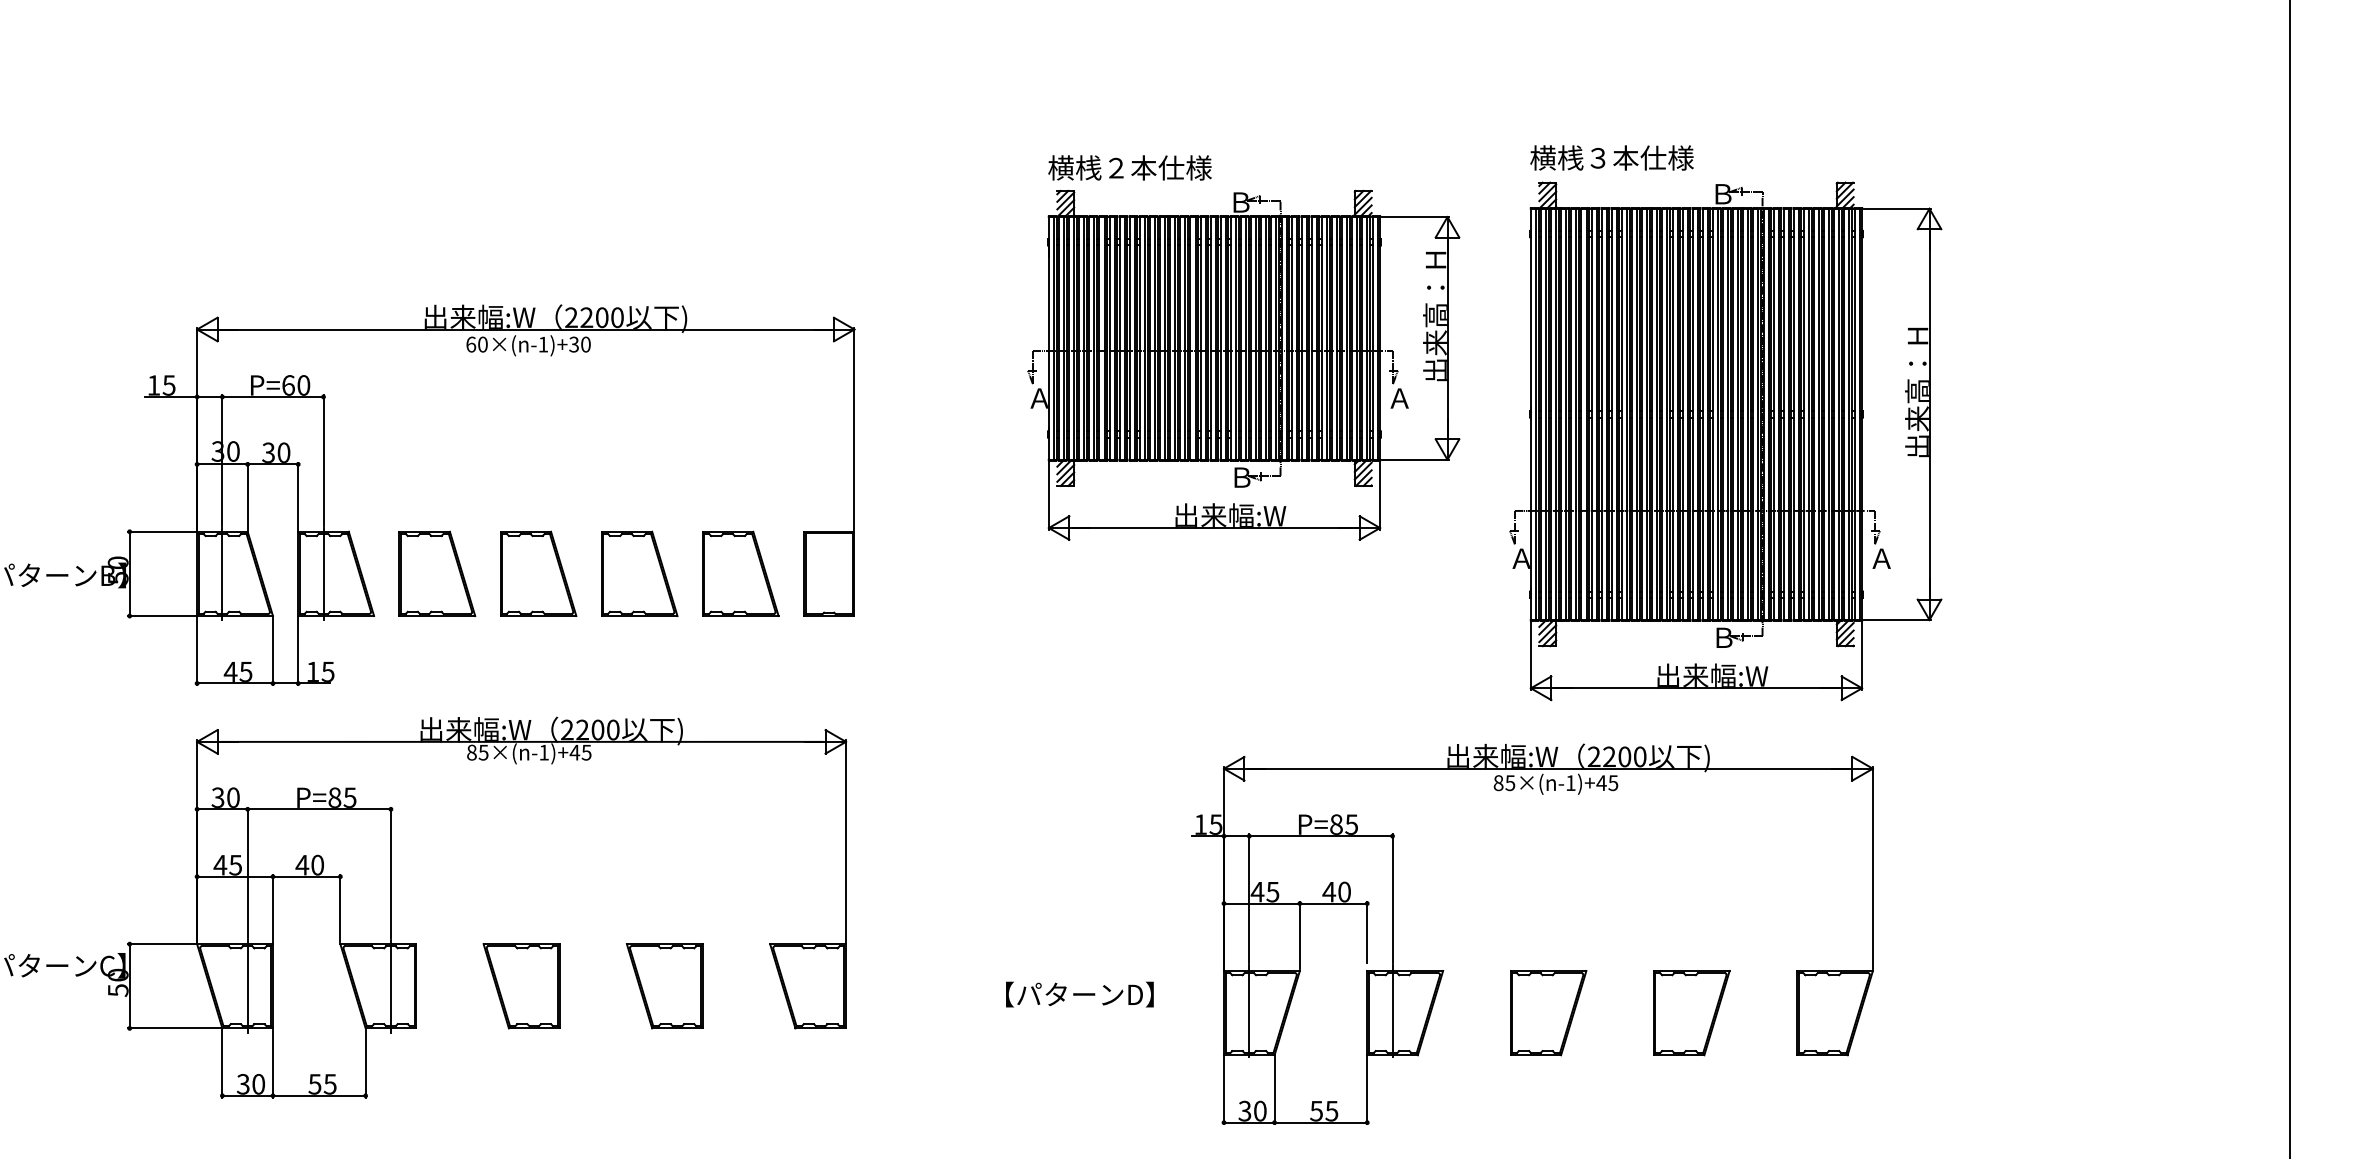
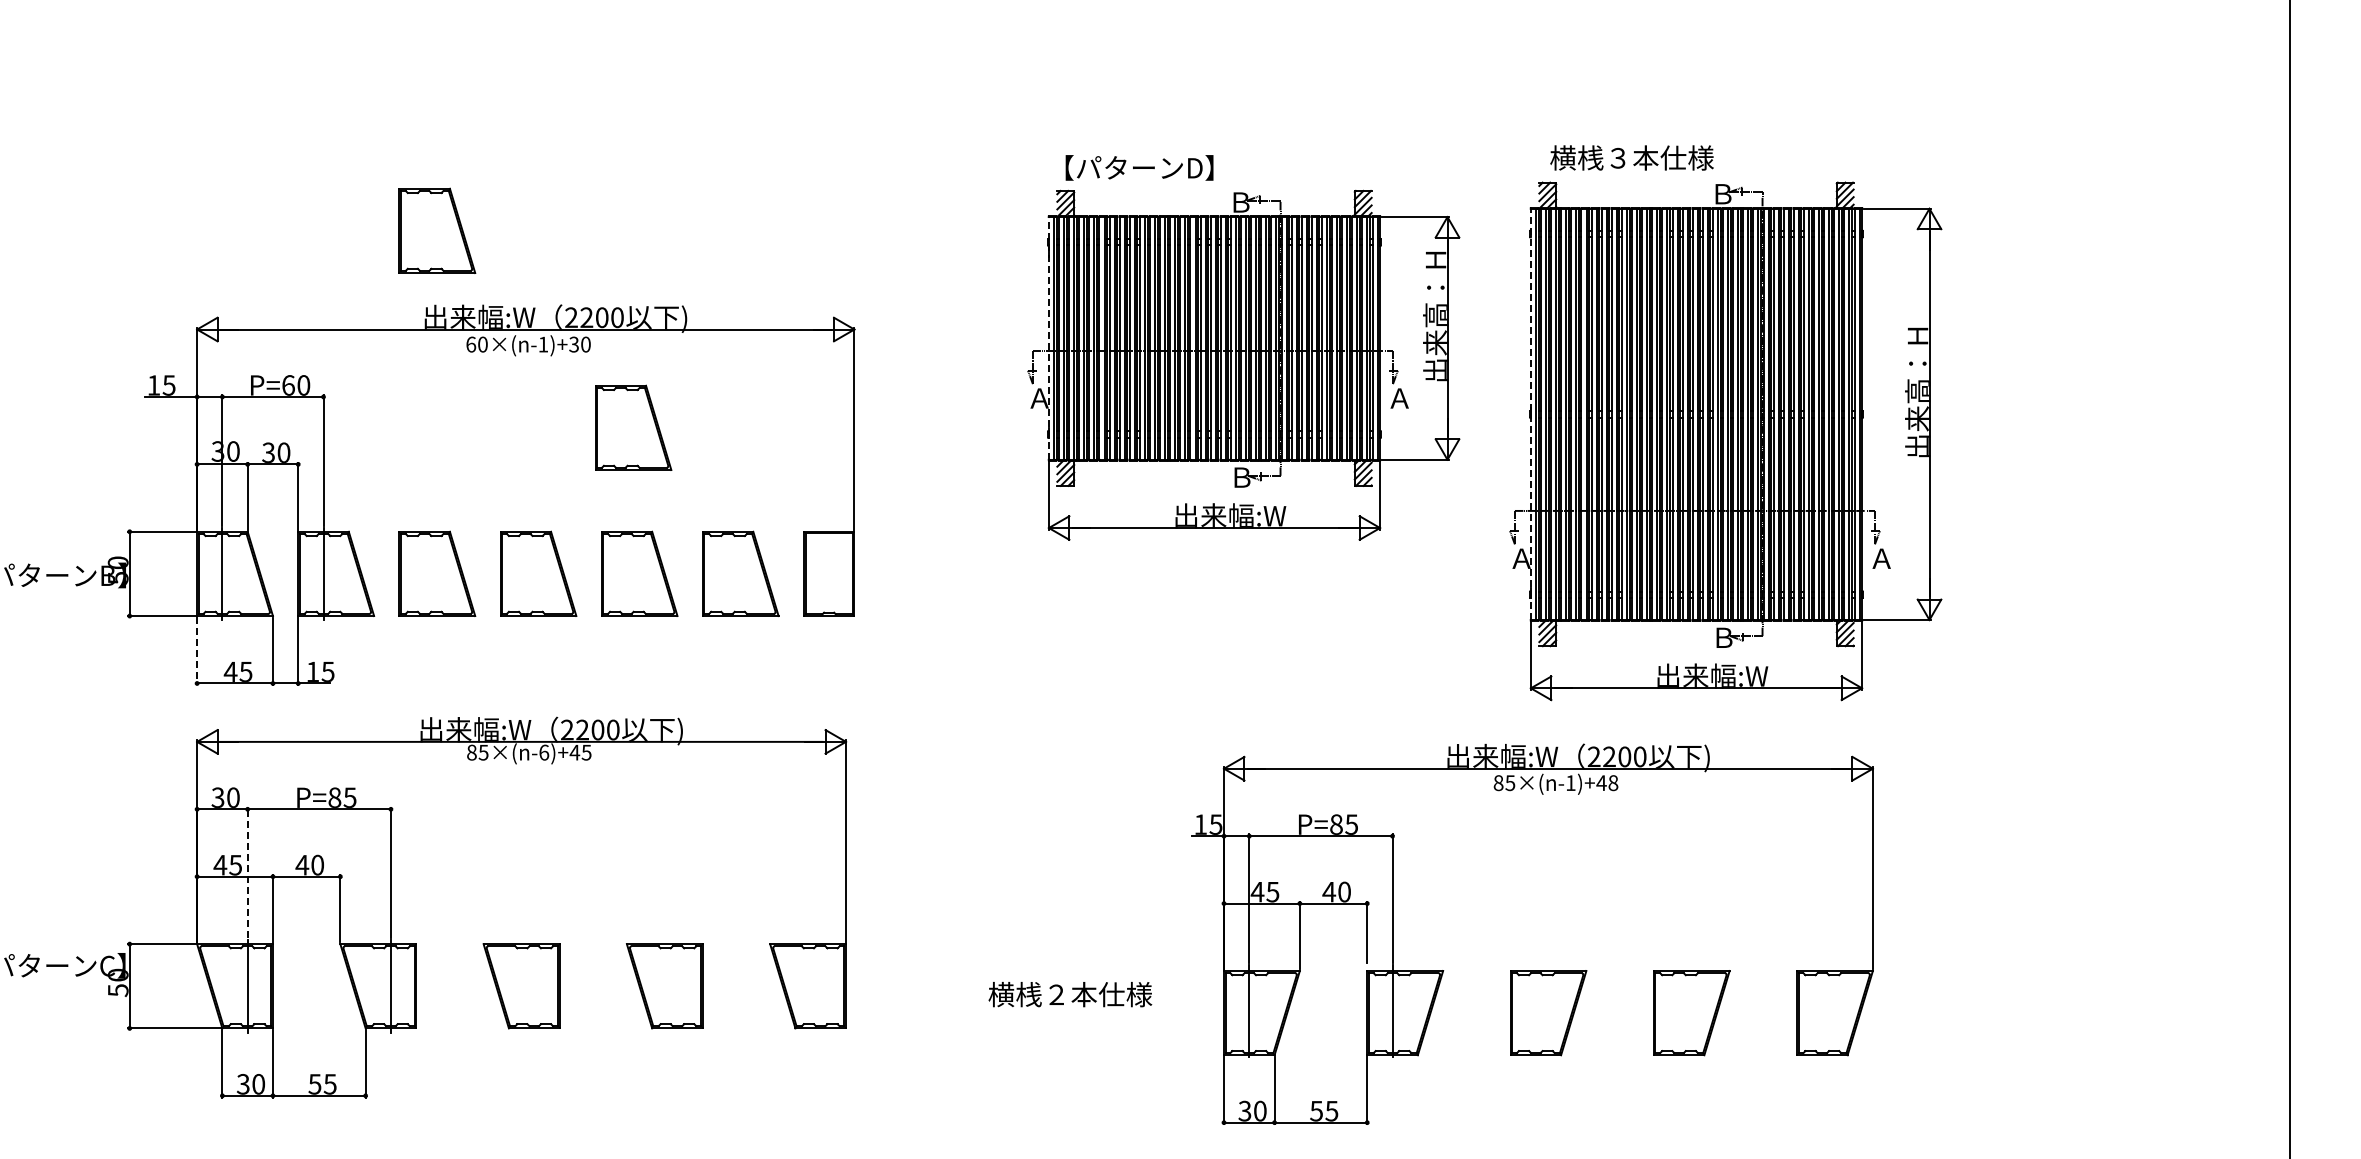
text at (1611, 157) position: (1611, 157) -> (1631, 157)
text at (1130, 167): 横桟２本仕様 -> 【パターンD】
part at (437, 230): none -> present
line at (1048, 337): solid -> dashed
line at (1530, 414): solid -> dashed
part at (633, 427): none -> present
line at (197, 651): solid -> dashed
text at (544, 752): 85×(n-1)+45 -> 85×(n-6)+45
text at (1613, 782): 85×(n-1)+45 -> 85×(n-1)+48
line at (247, 872): solid -> dashed
text at (1070, 994): 【パターンD】 -> 横桟２本仕様
